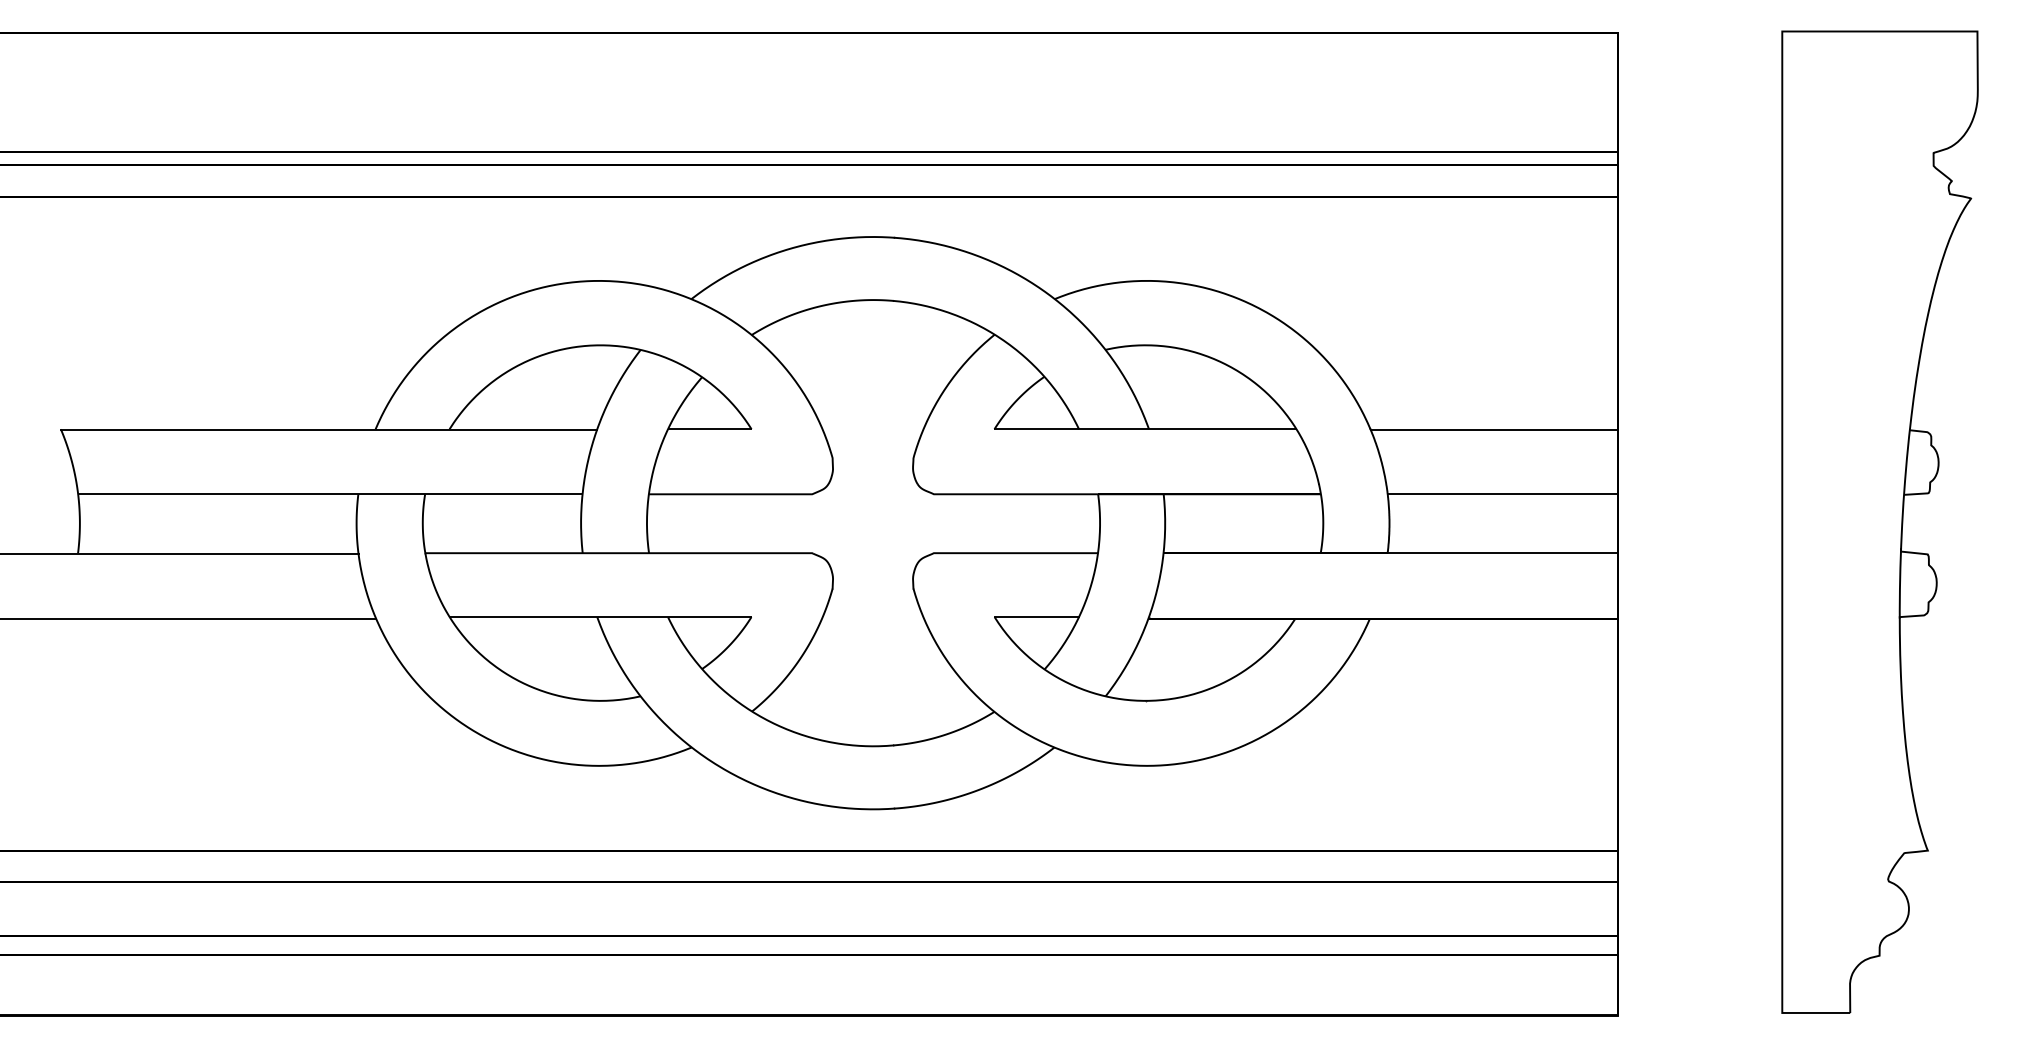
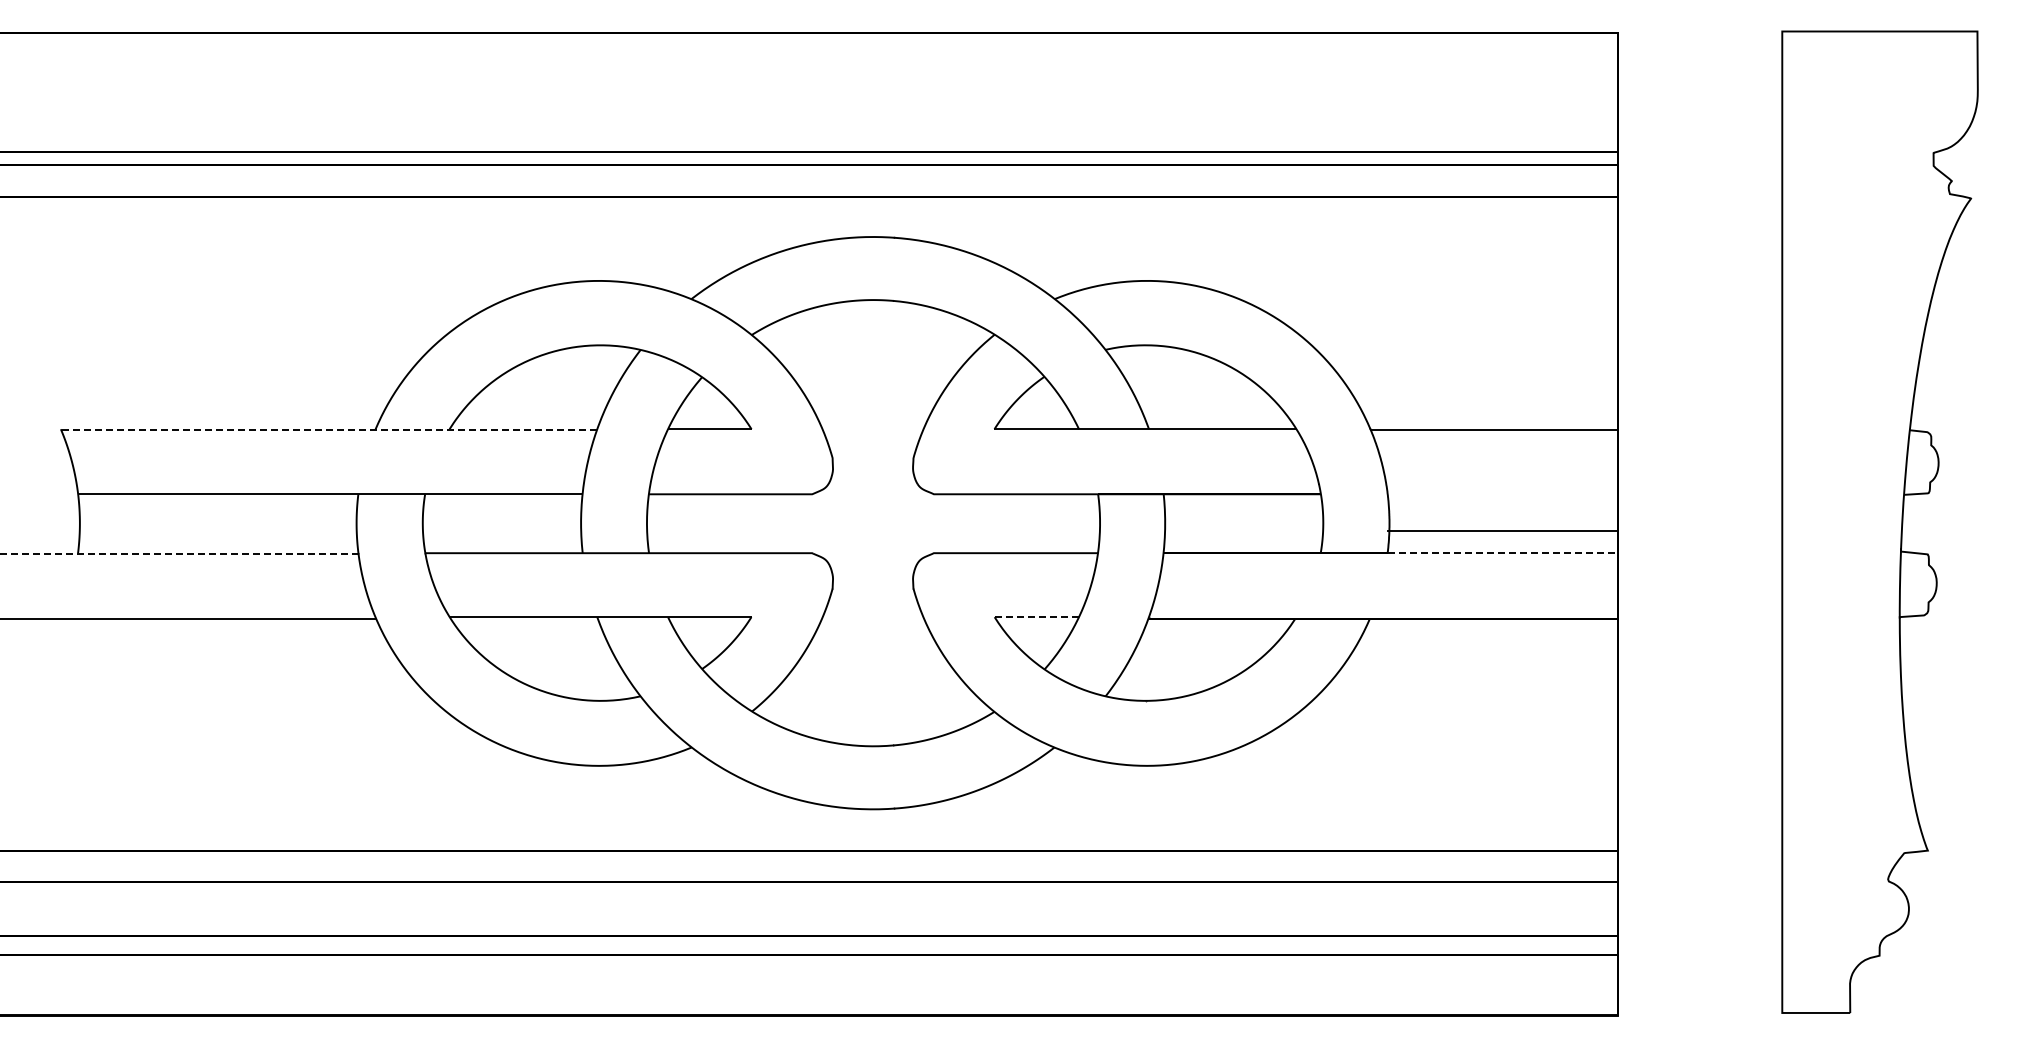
line at (329, 430): solid -> dashed
line at (1502, 494) position: (1502, 494) -> (1502, 531)
line at (1503, 553): solid -> dashed
line at (179, 554): solid -> dashed
line at (1037, 617): solid -> dashed
